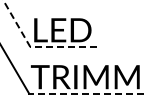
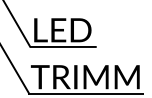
line at (36, 46): dashed -> solid
line at (86, 93): dashed -> solid
